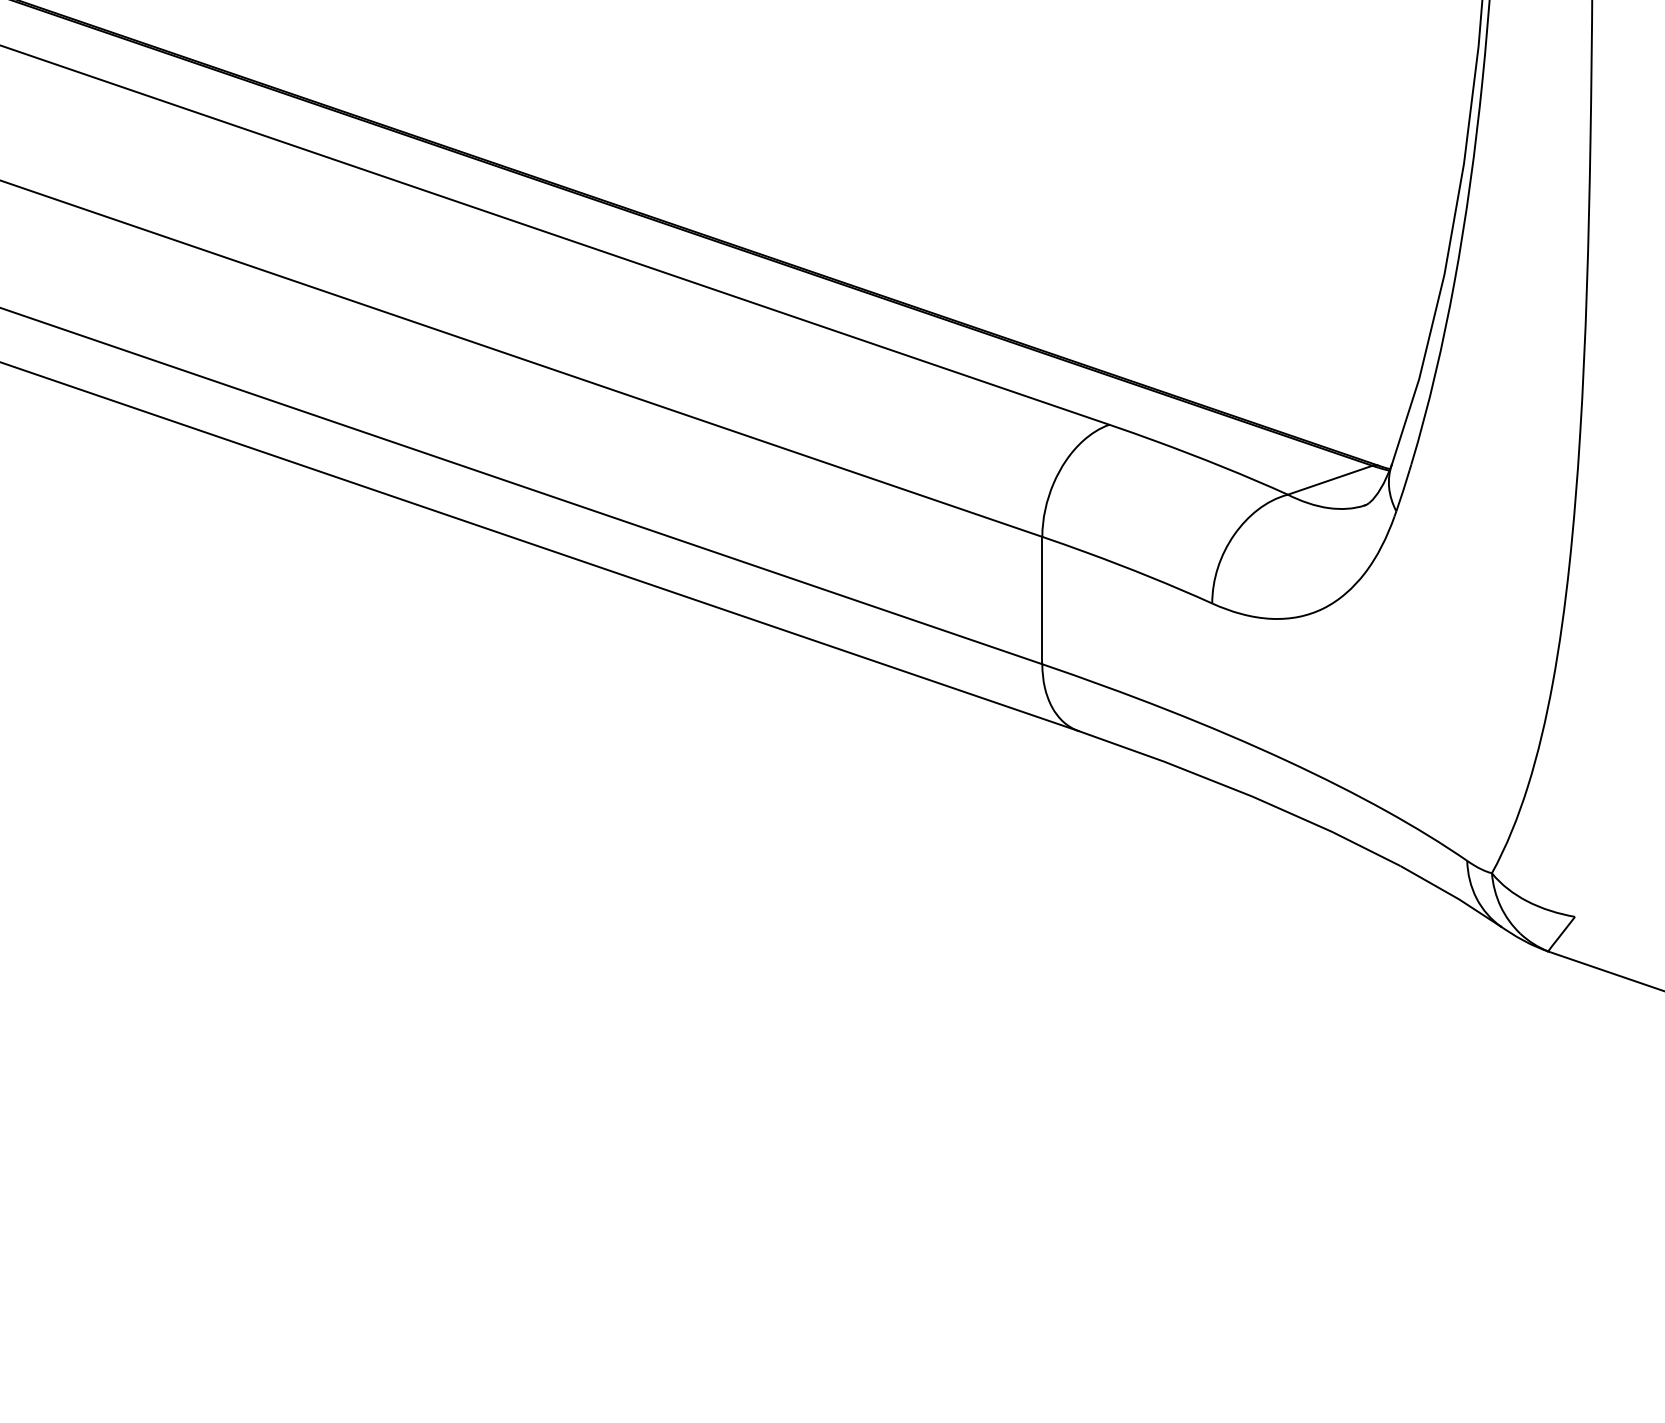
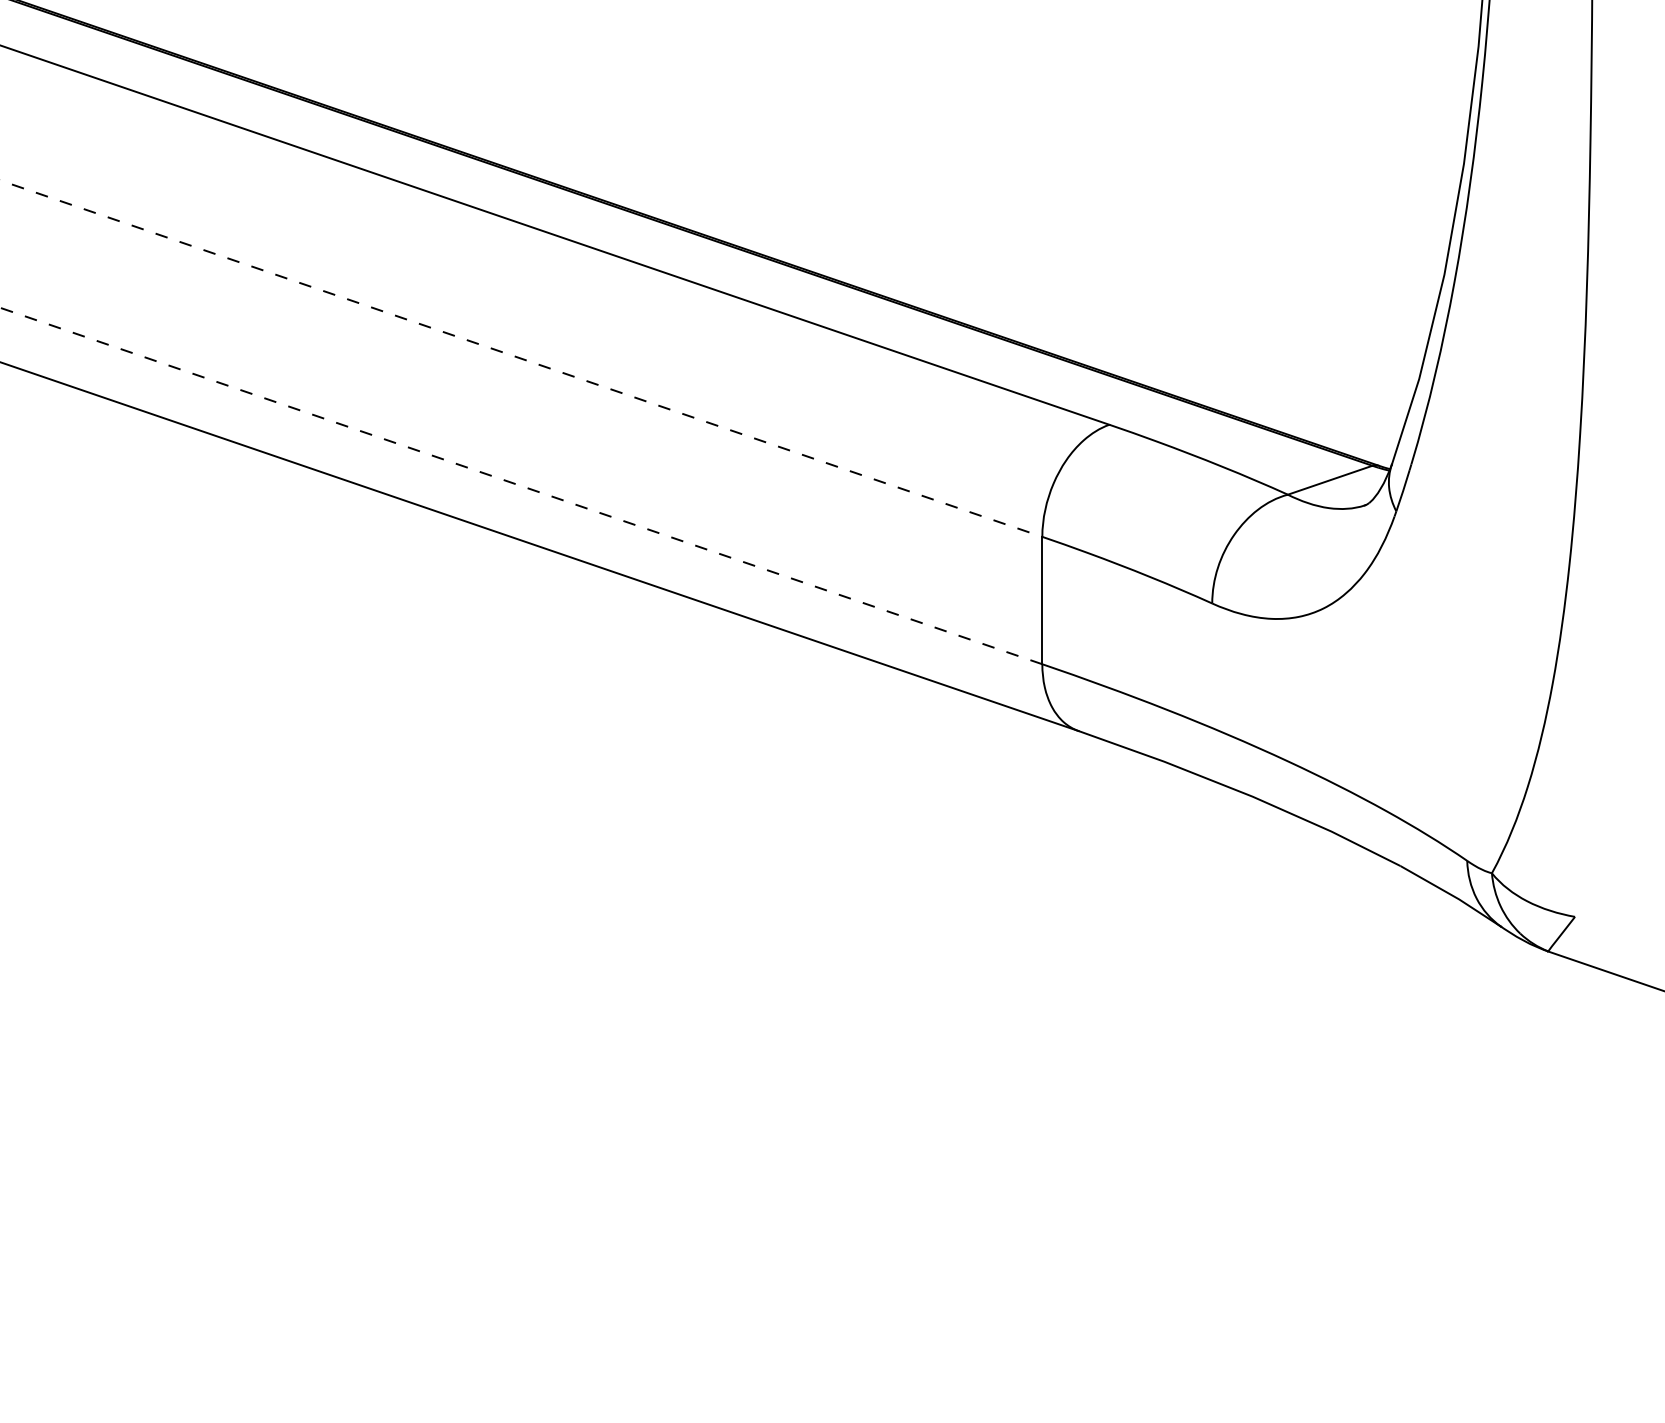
line at (521, 358): solid -> dashed
line at (521, 485): solid -> dashed
